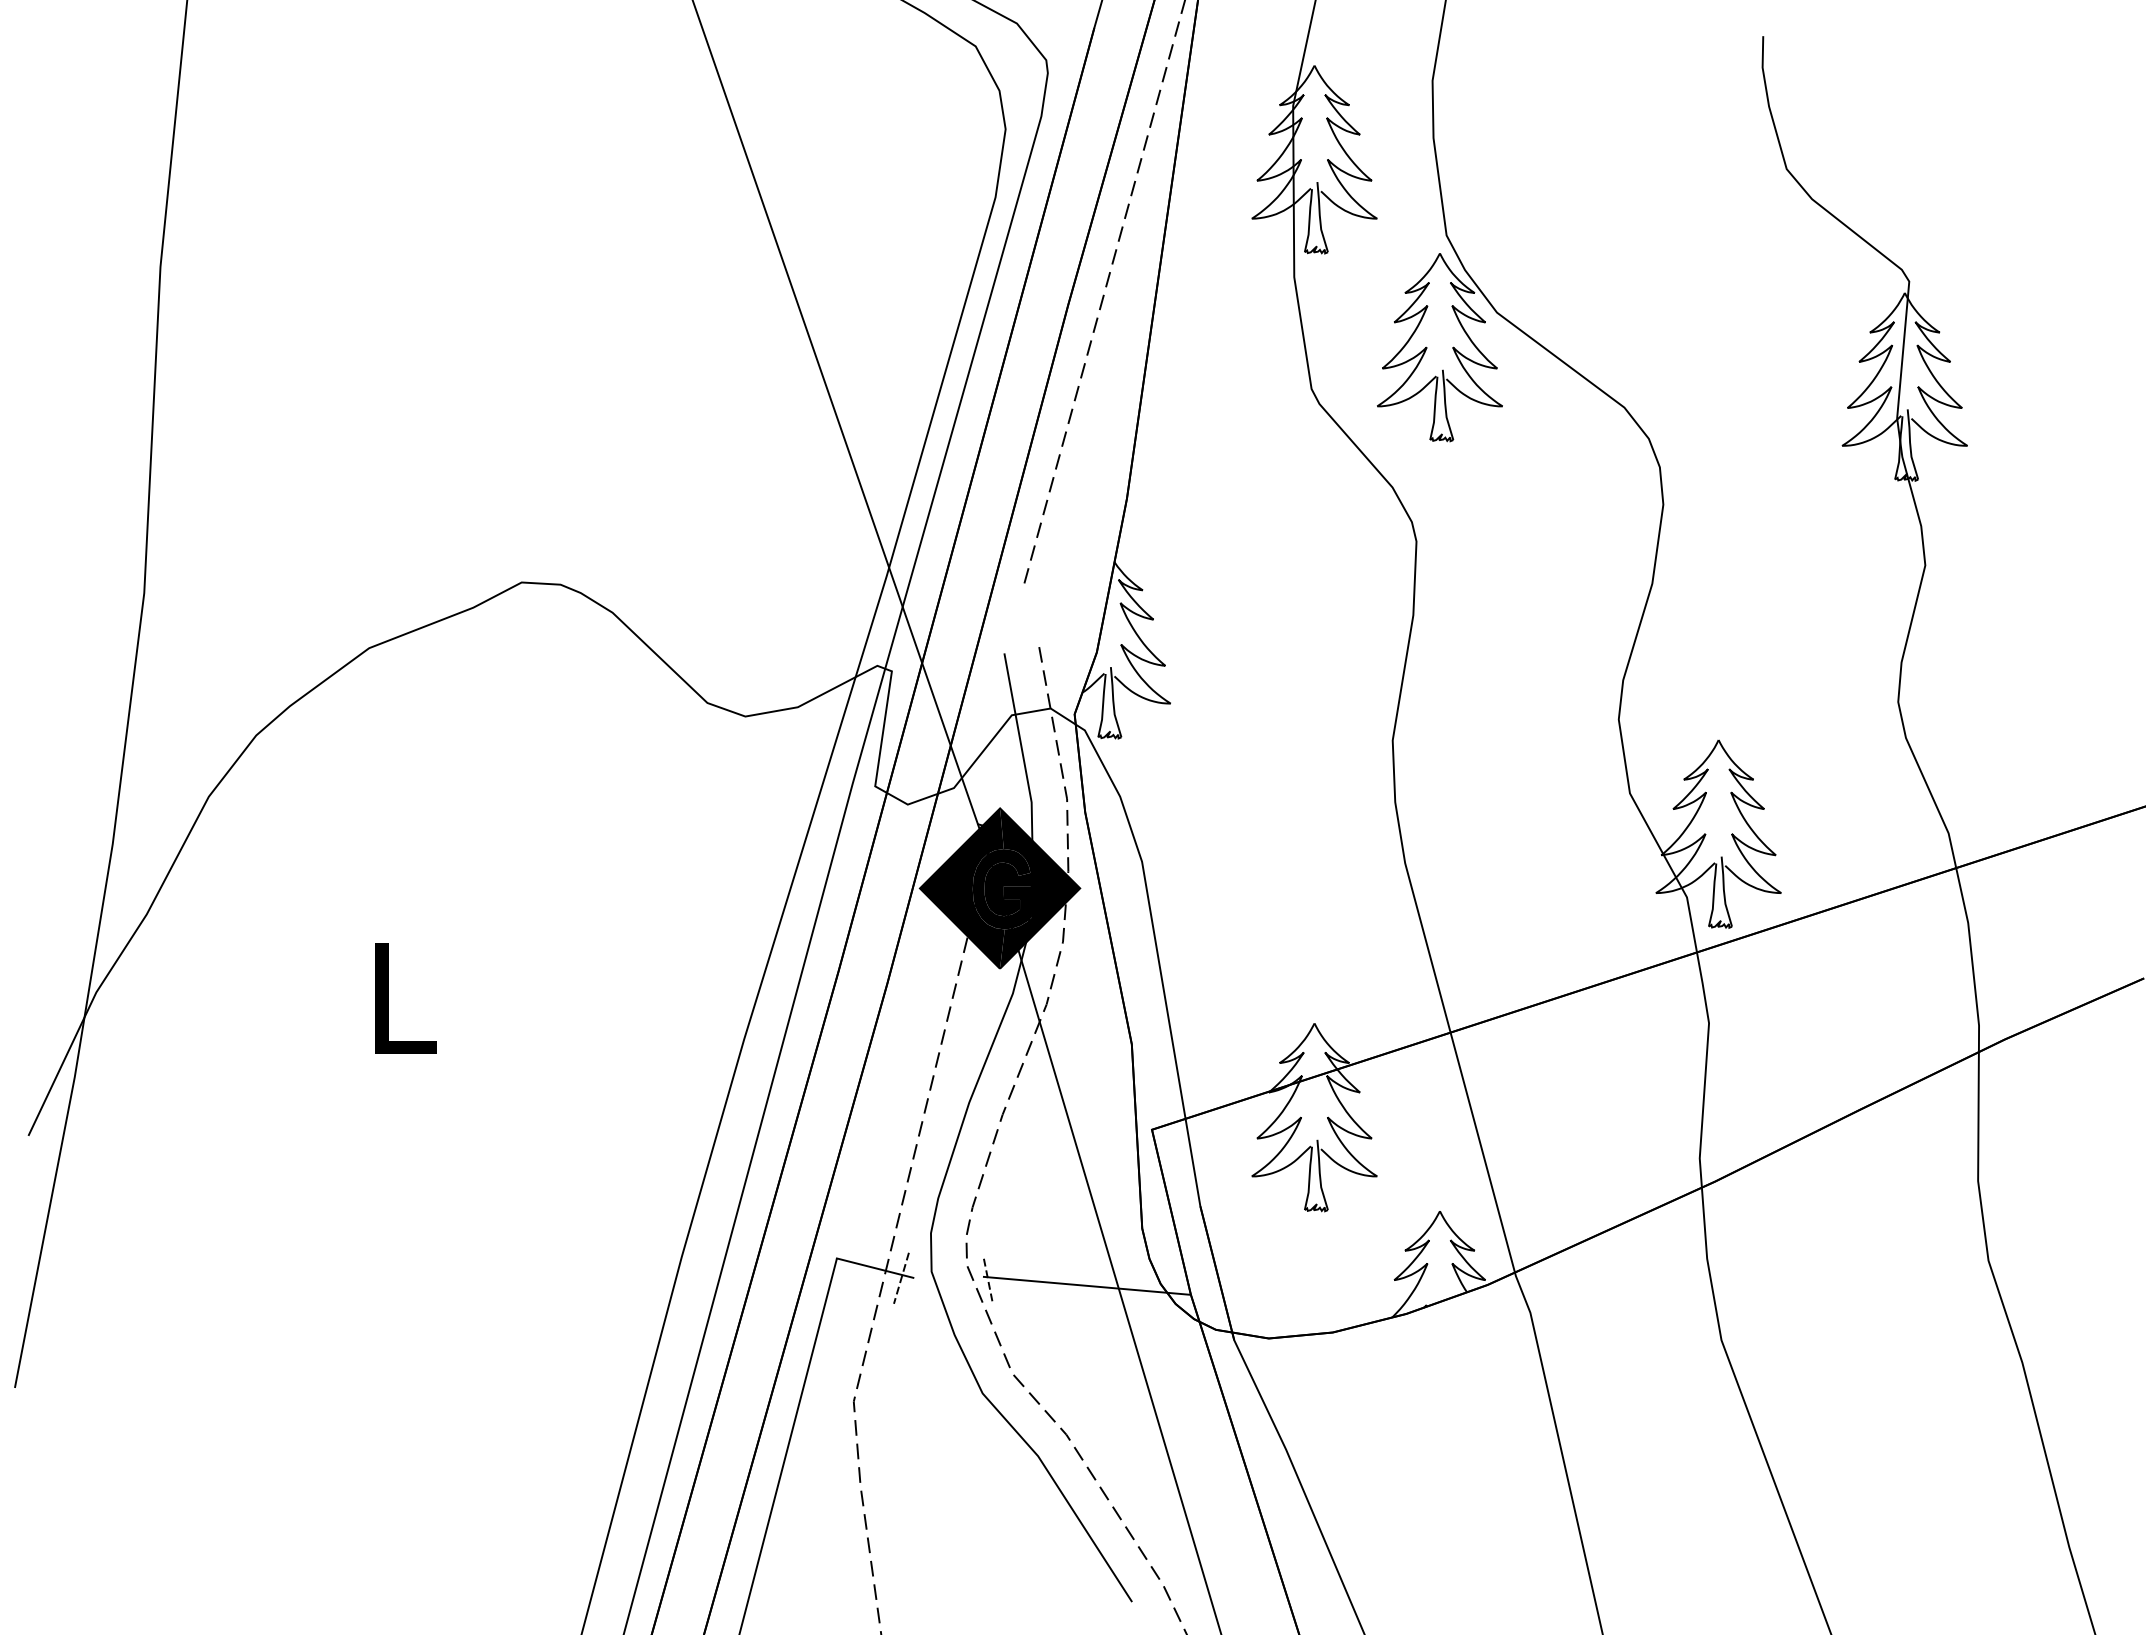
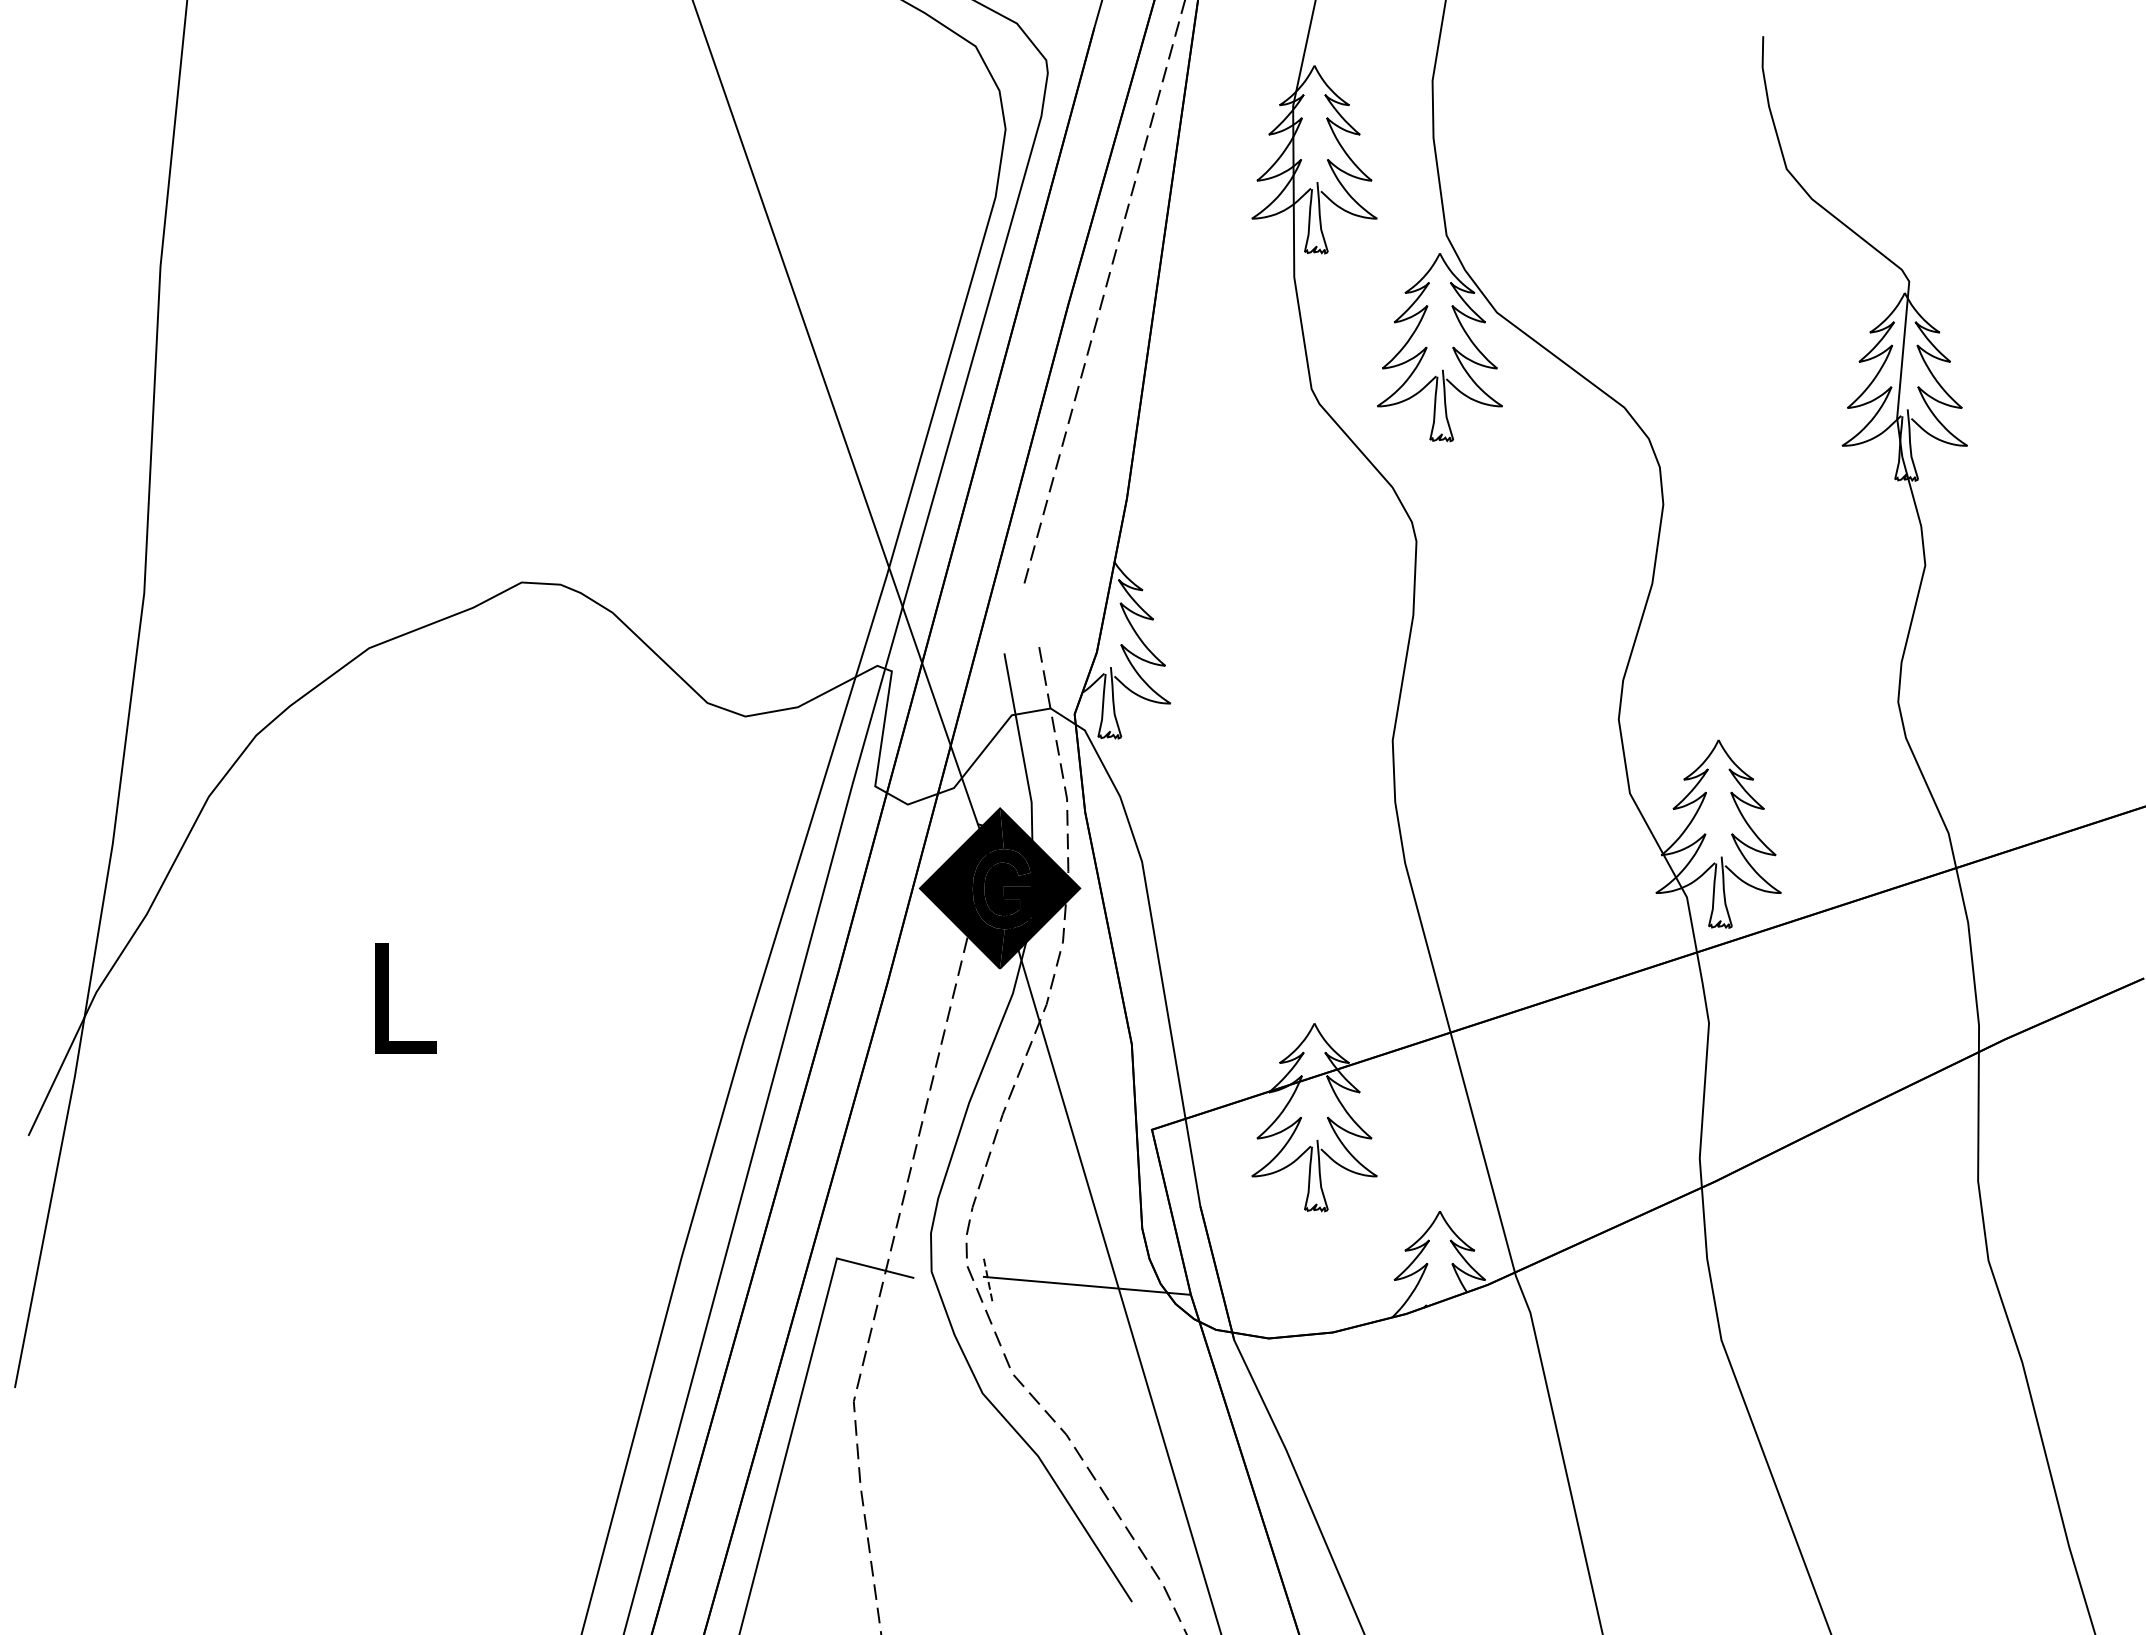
line at (900, 1277): present -> none
